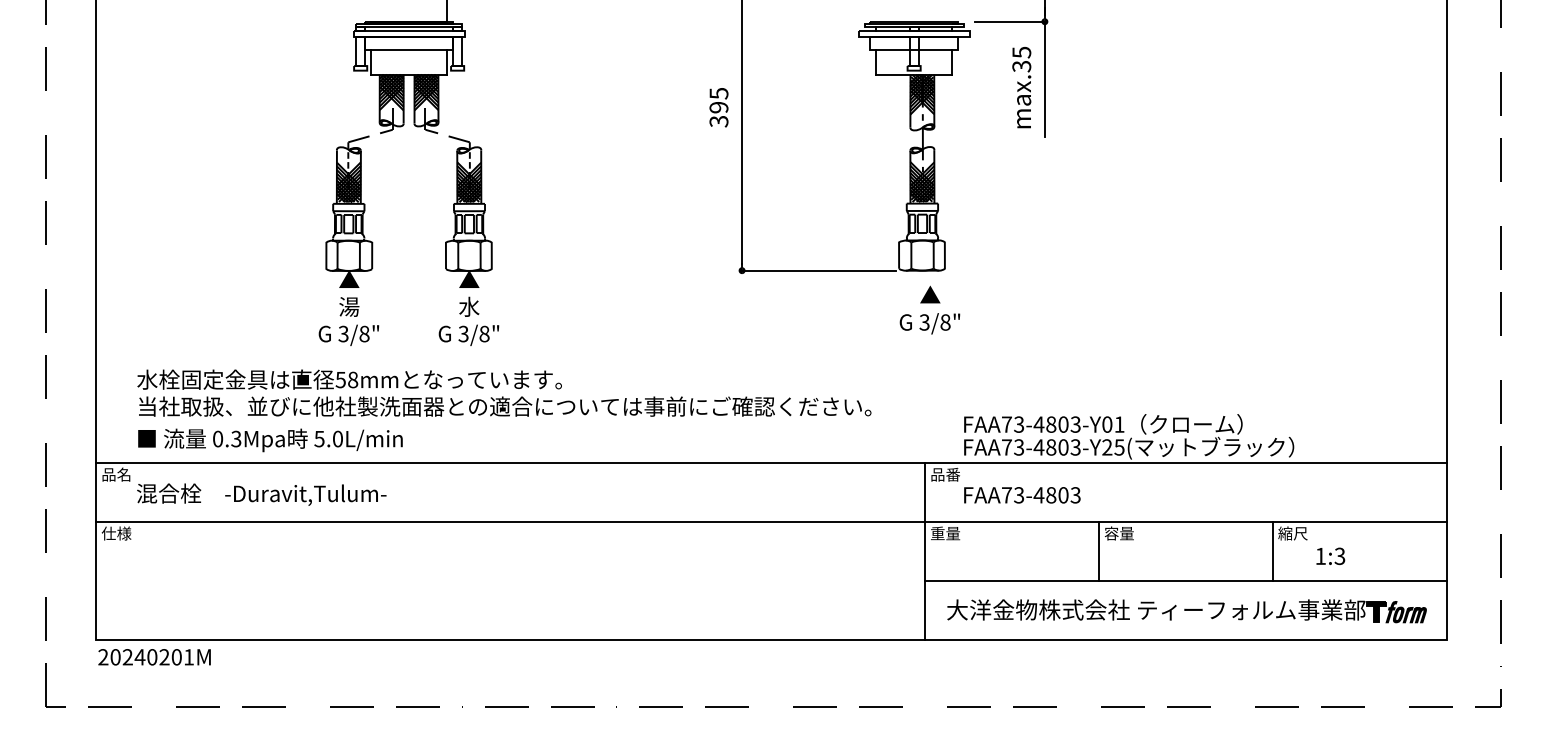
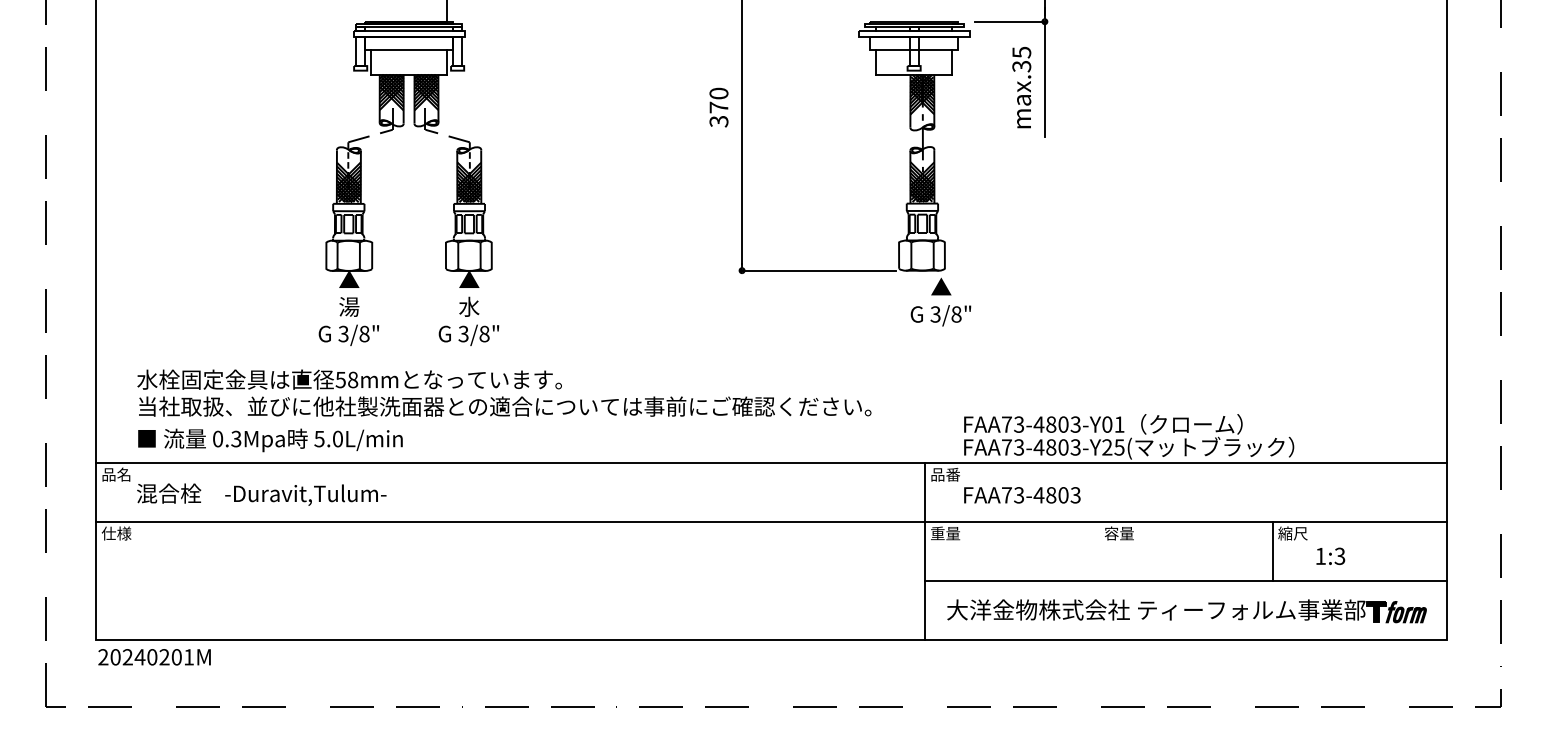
text at (718, 100): 395 -> 370
text at (929, 309) position: (929, 309) -> (940, 301)
line at (1099, 551): present -> none
